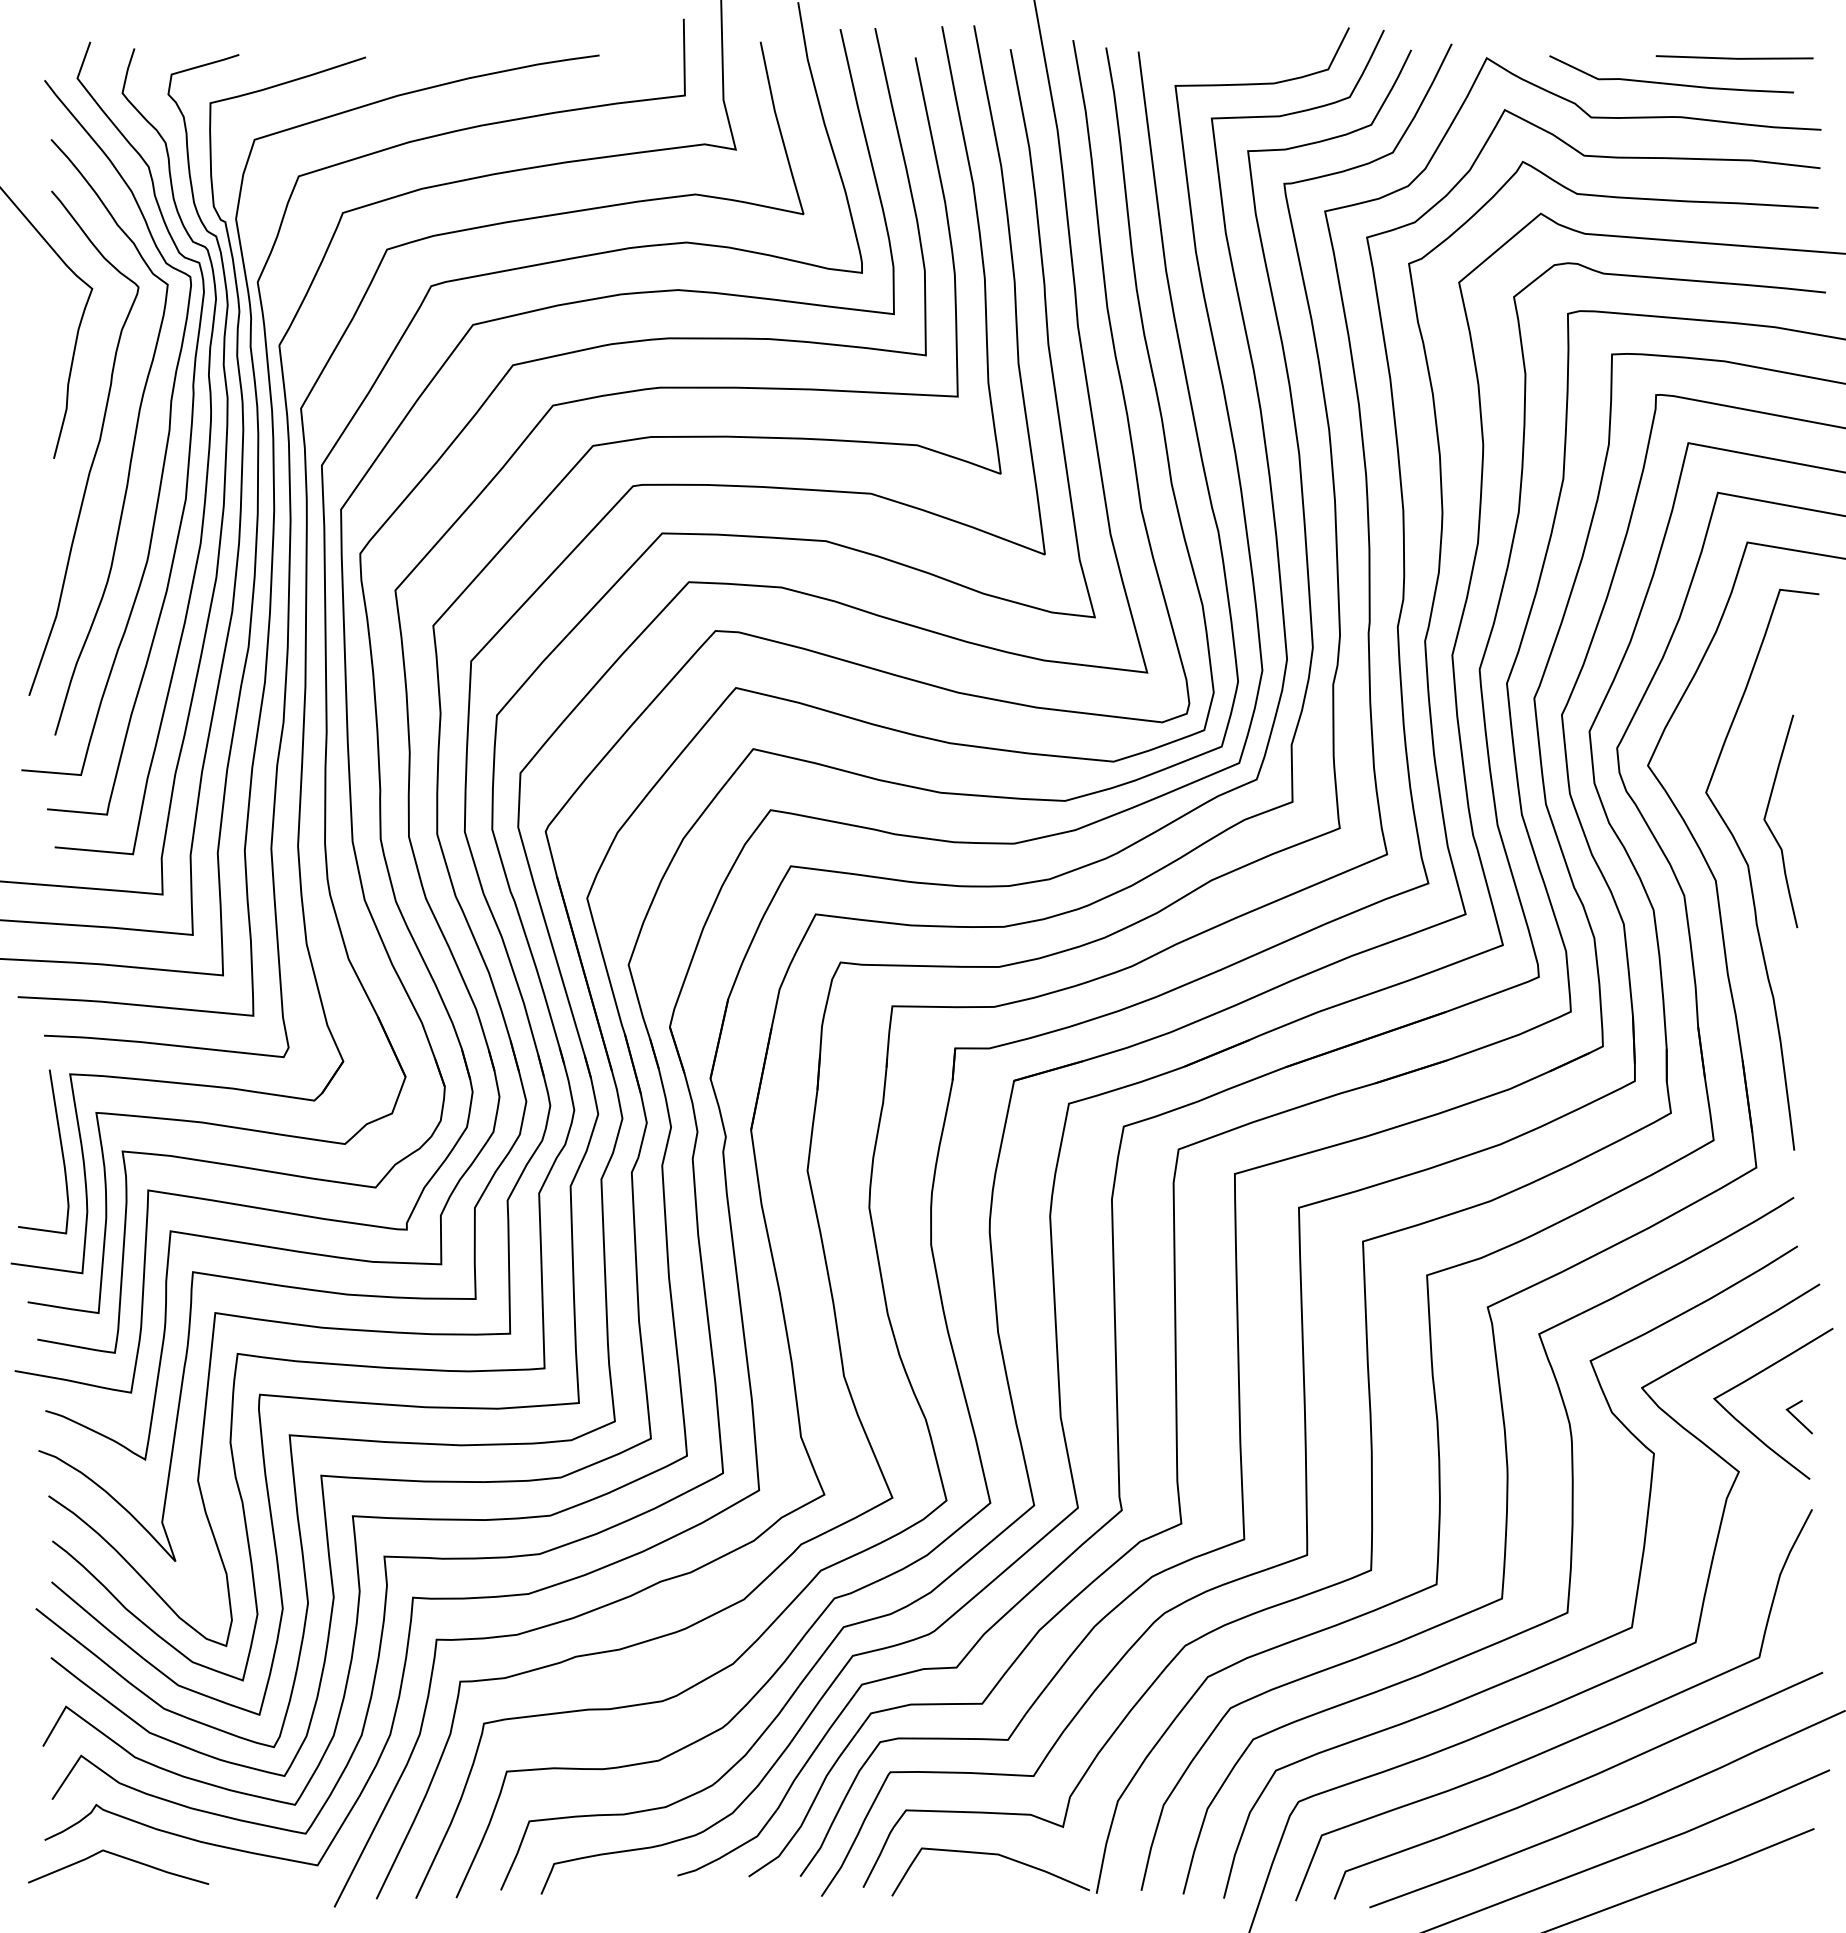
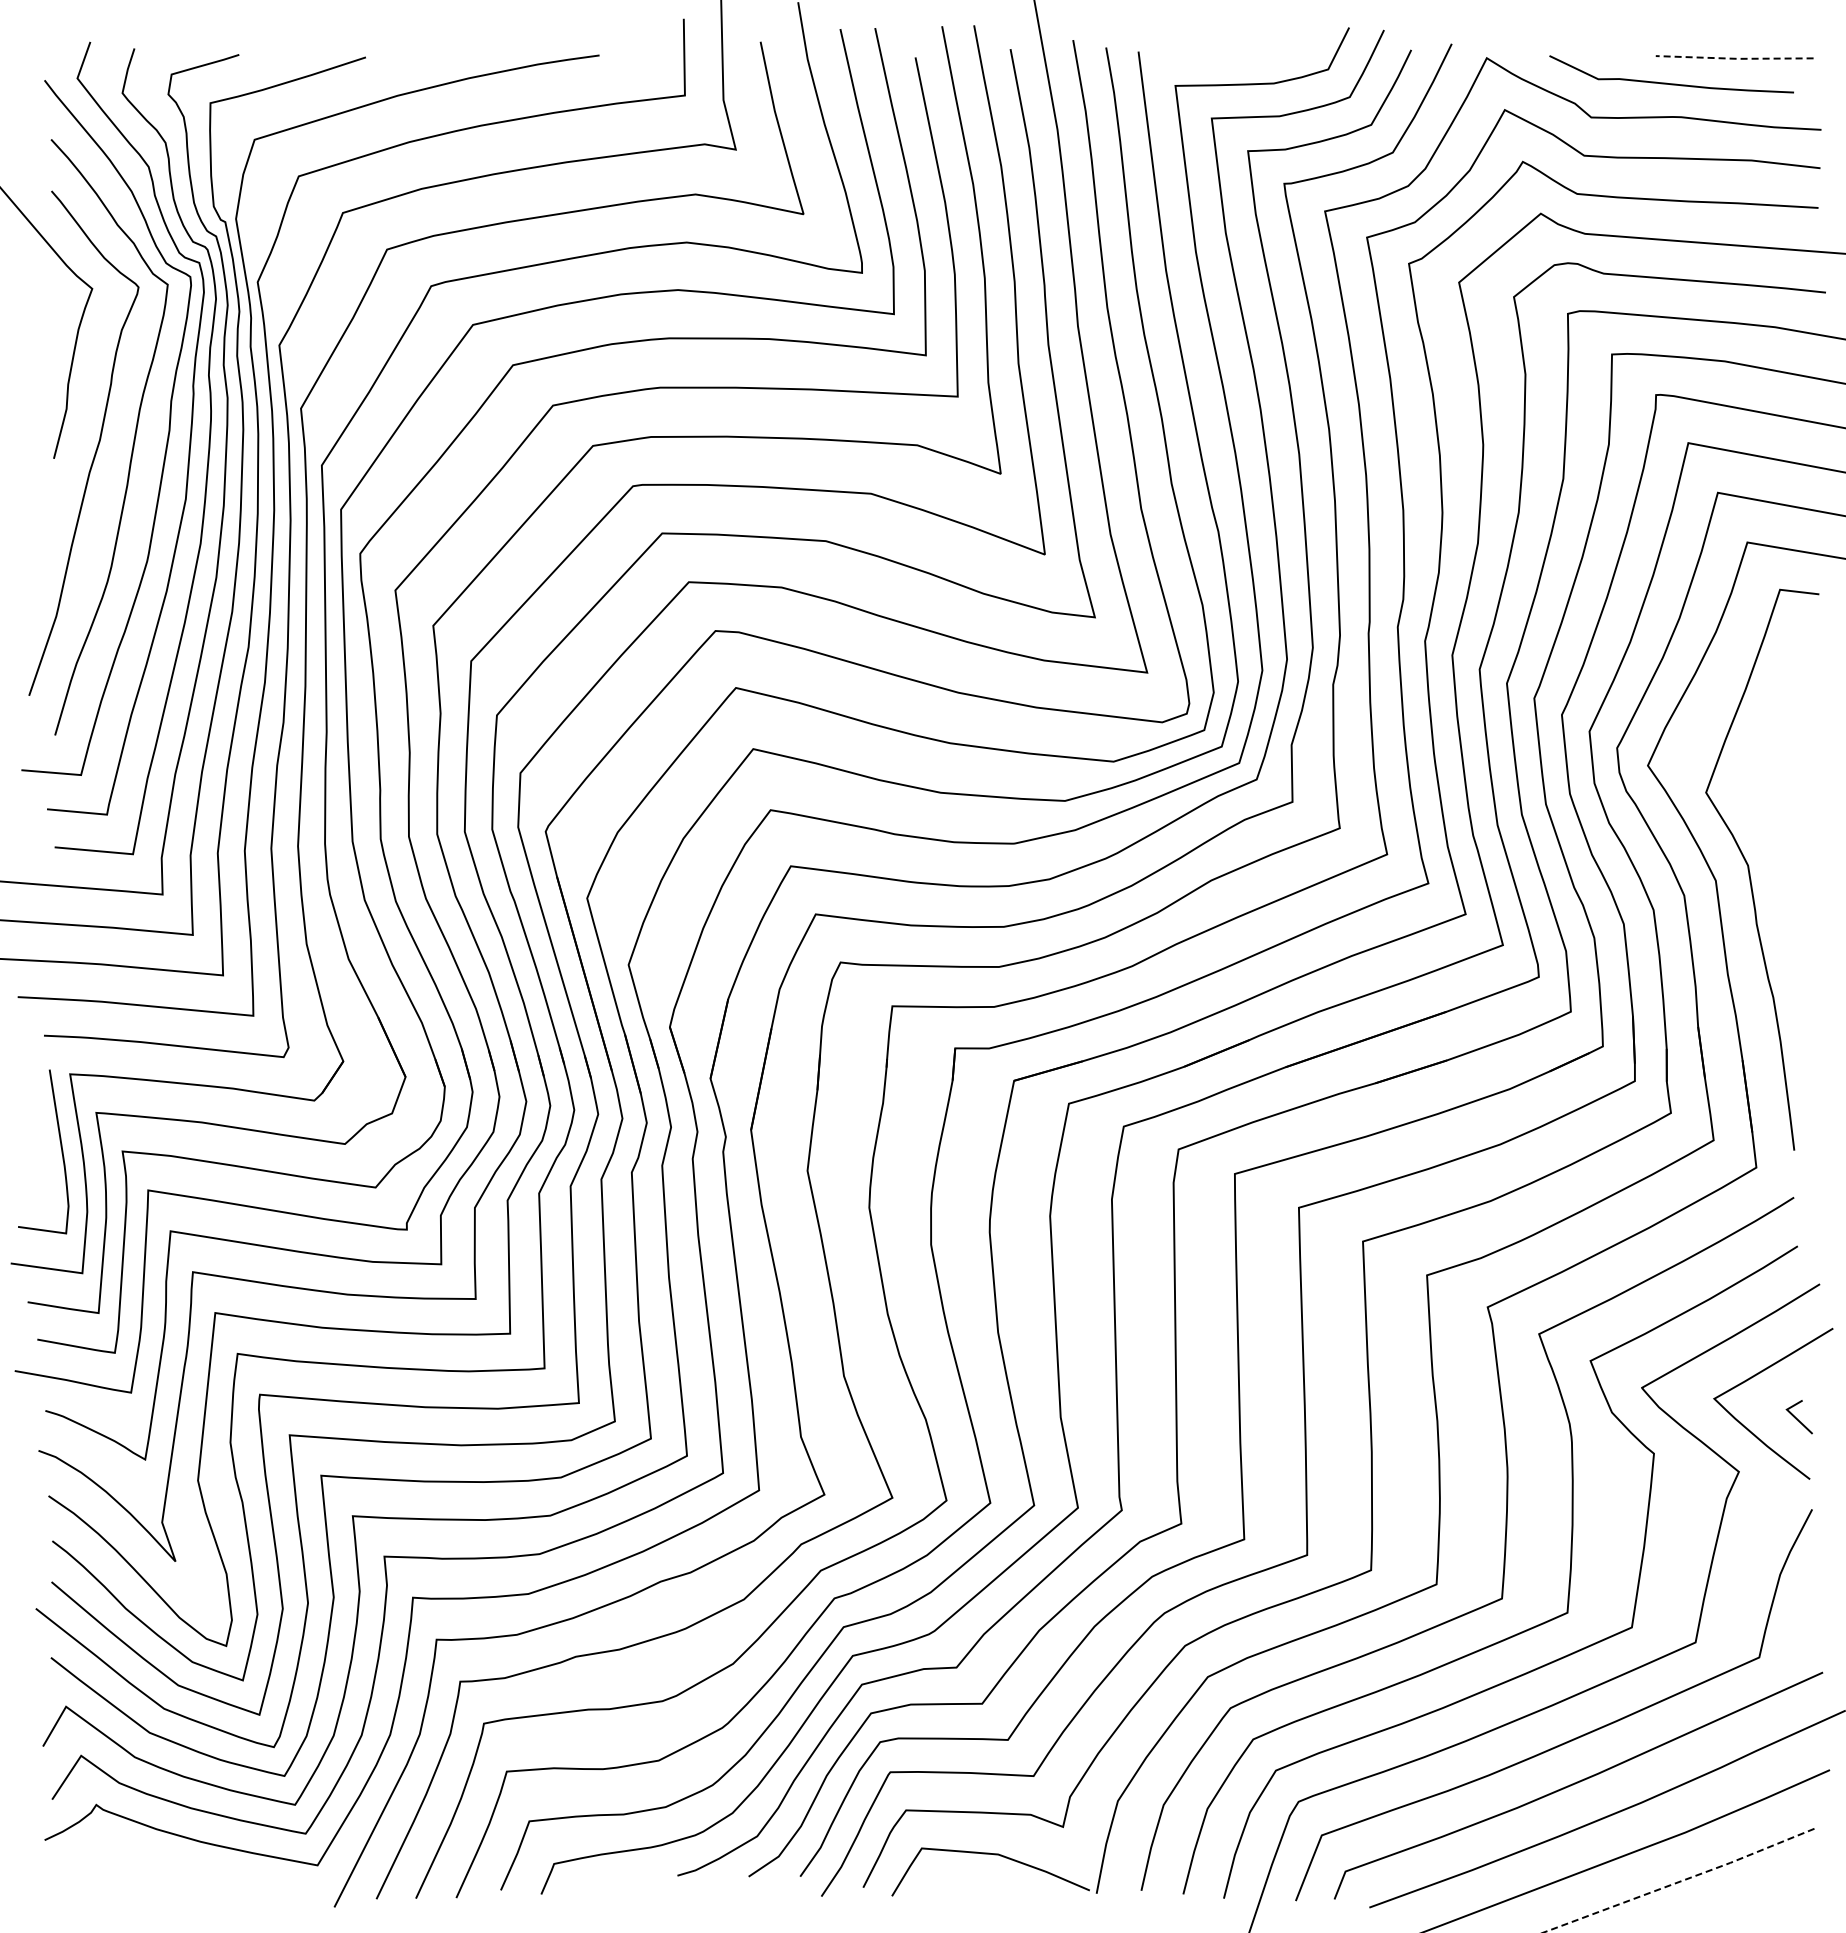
line at (1734, 58): solid -> dashed
curve at (1771, 829): present -> none
curve at (120, 1857): present -> none
line at (1679, 1881): solid -> dashed
